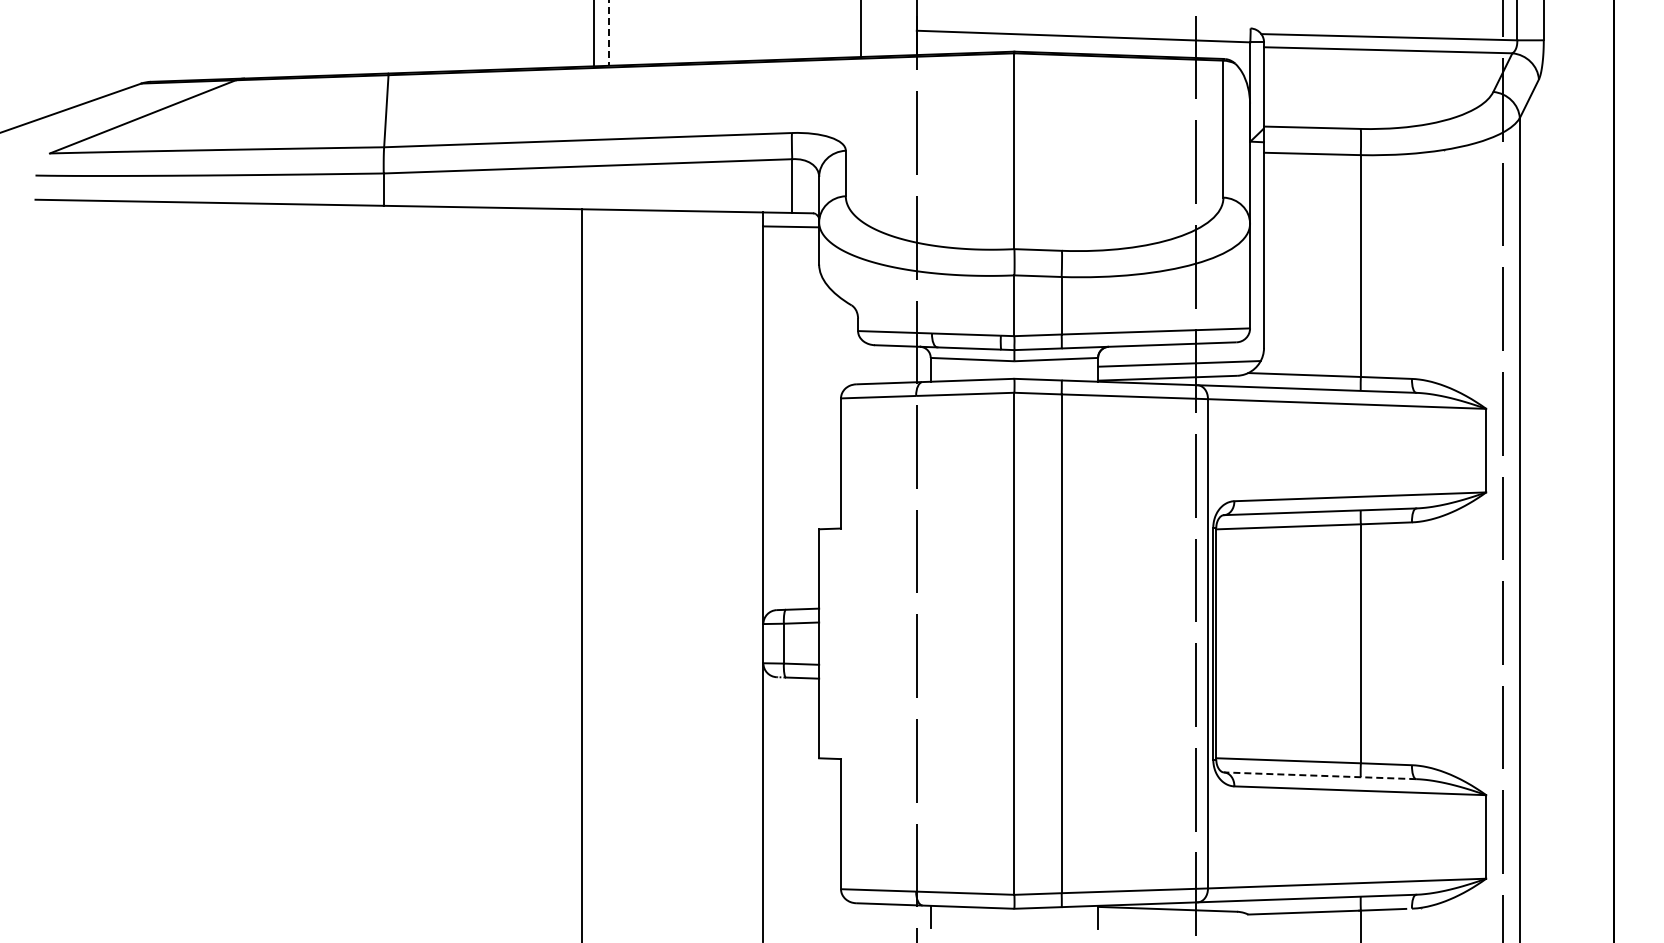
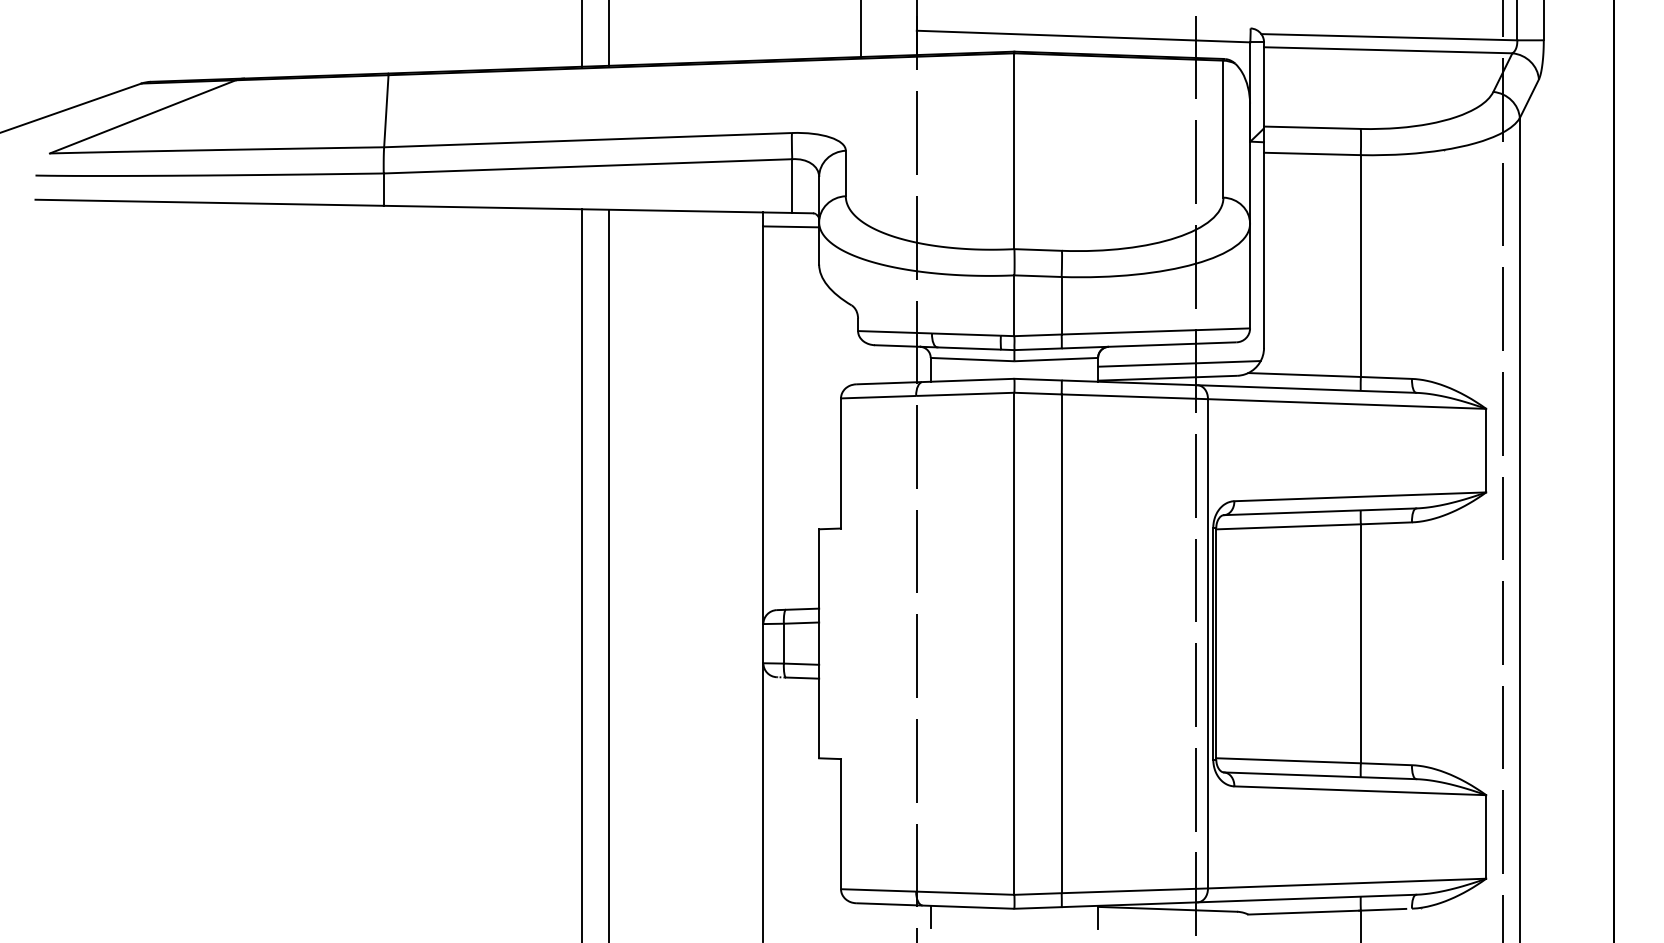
line at (609, 33): dashed -> solid
line at (594, 34) position: (594, 34) -> (582, 34)
line at (609, 574): none -> present
line at (1319, 775): dashed -> solid
